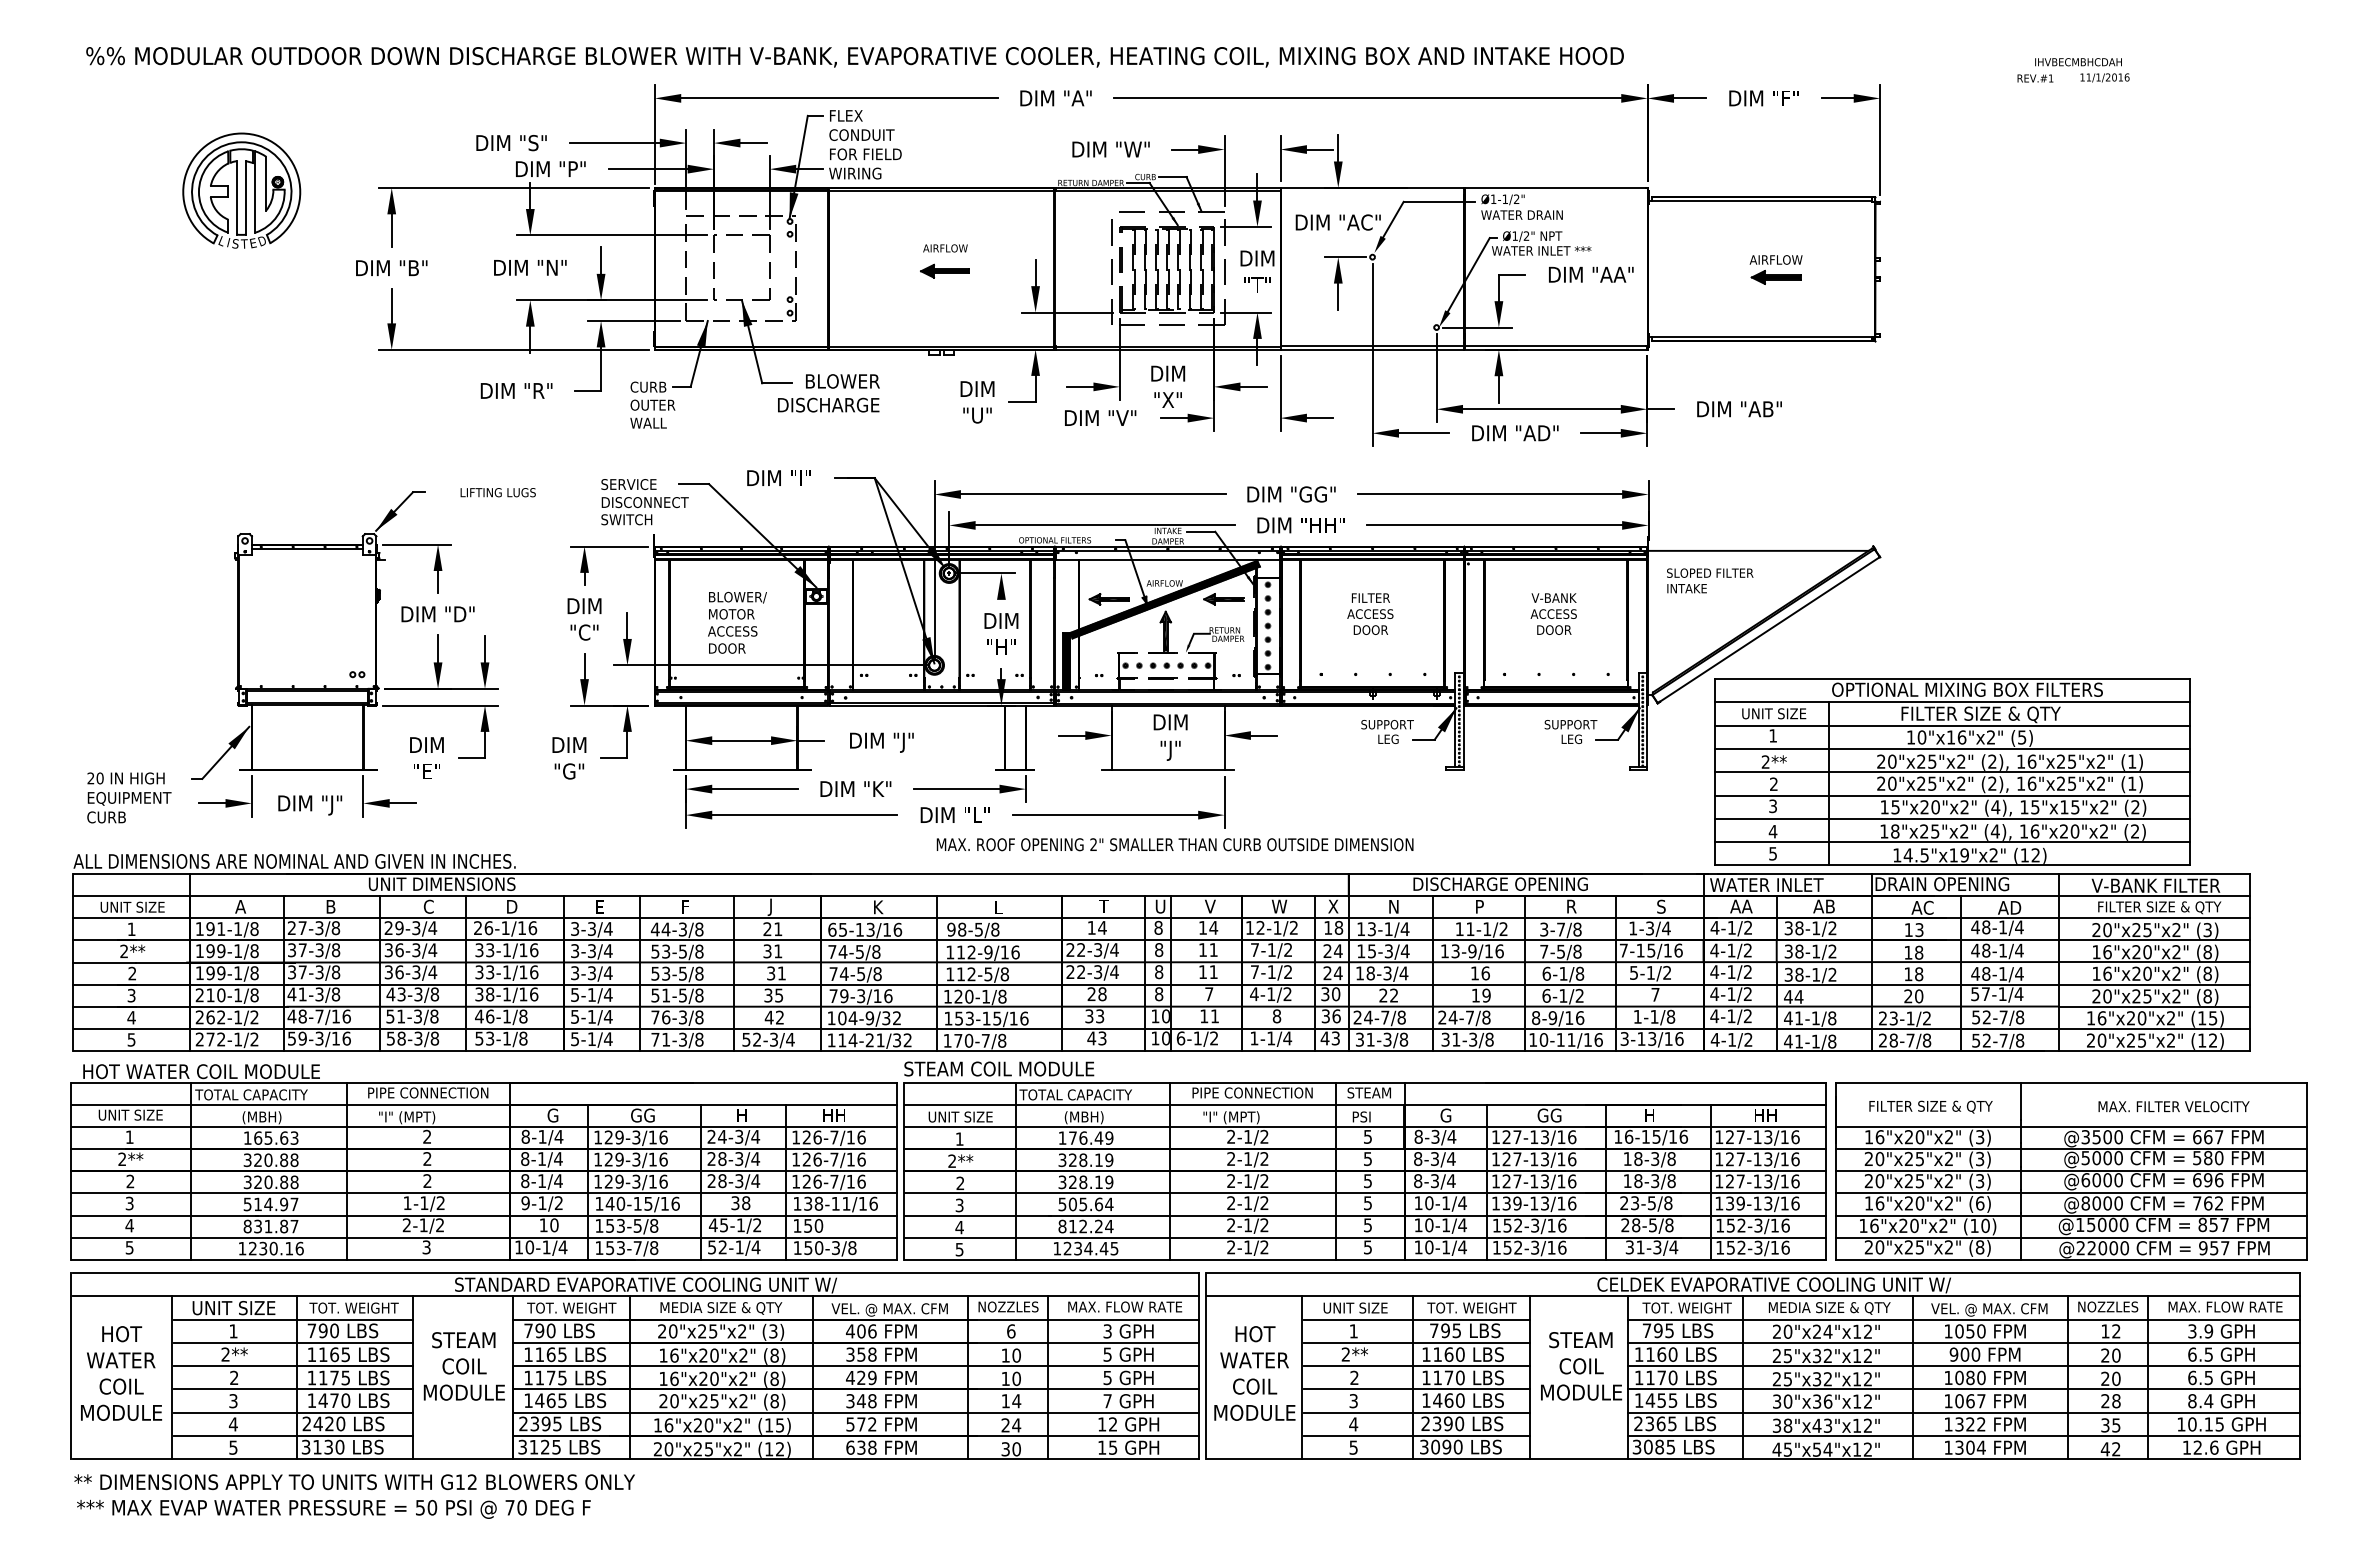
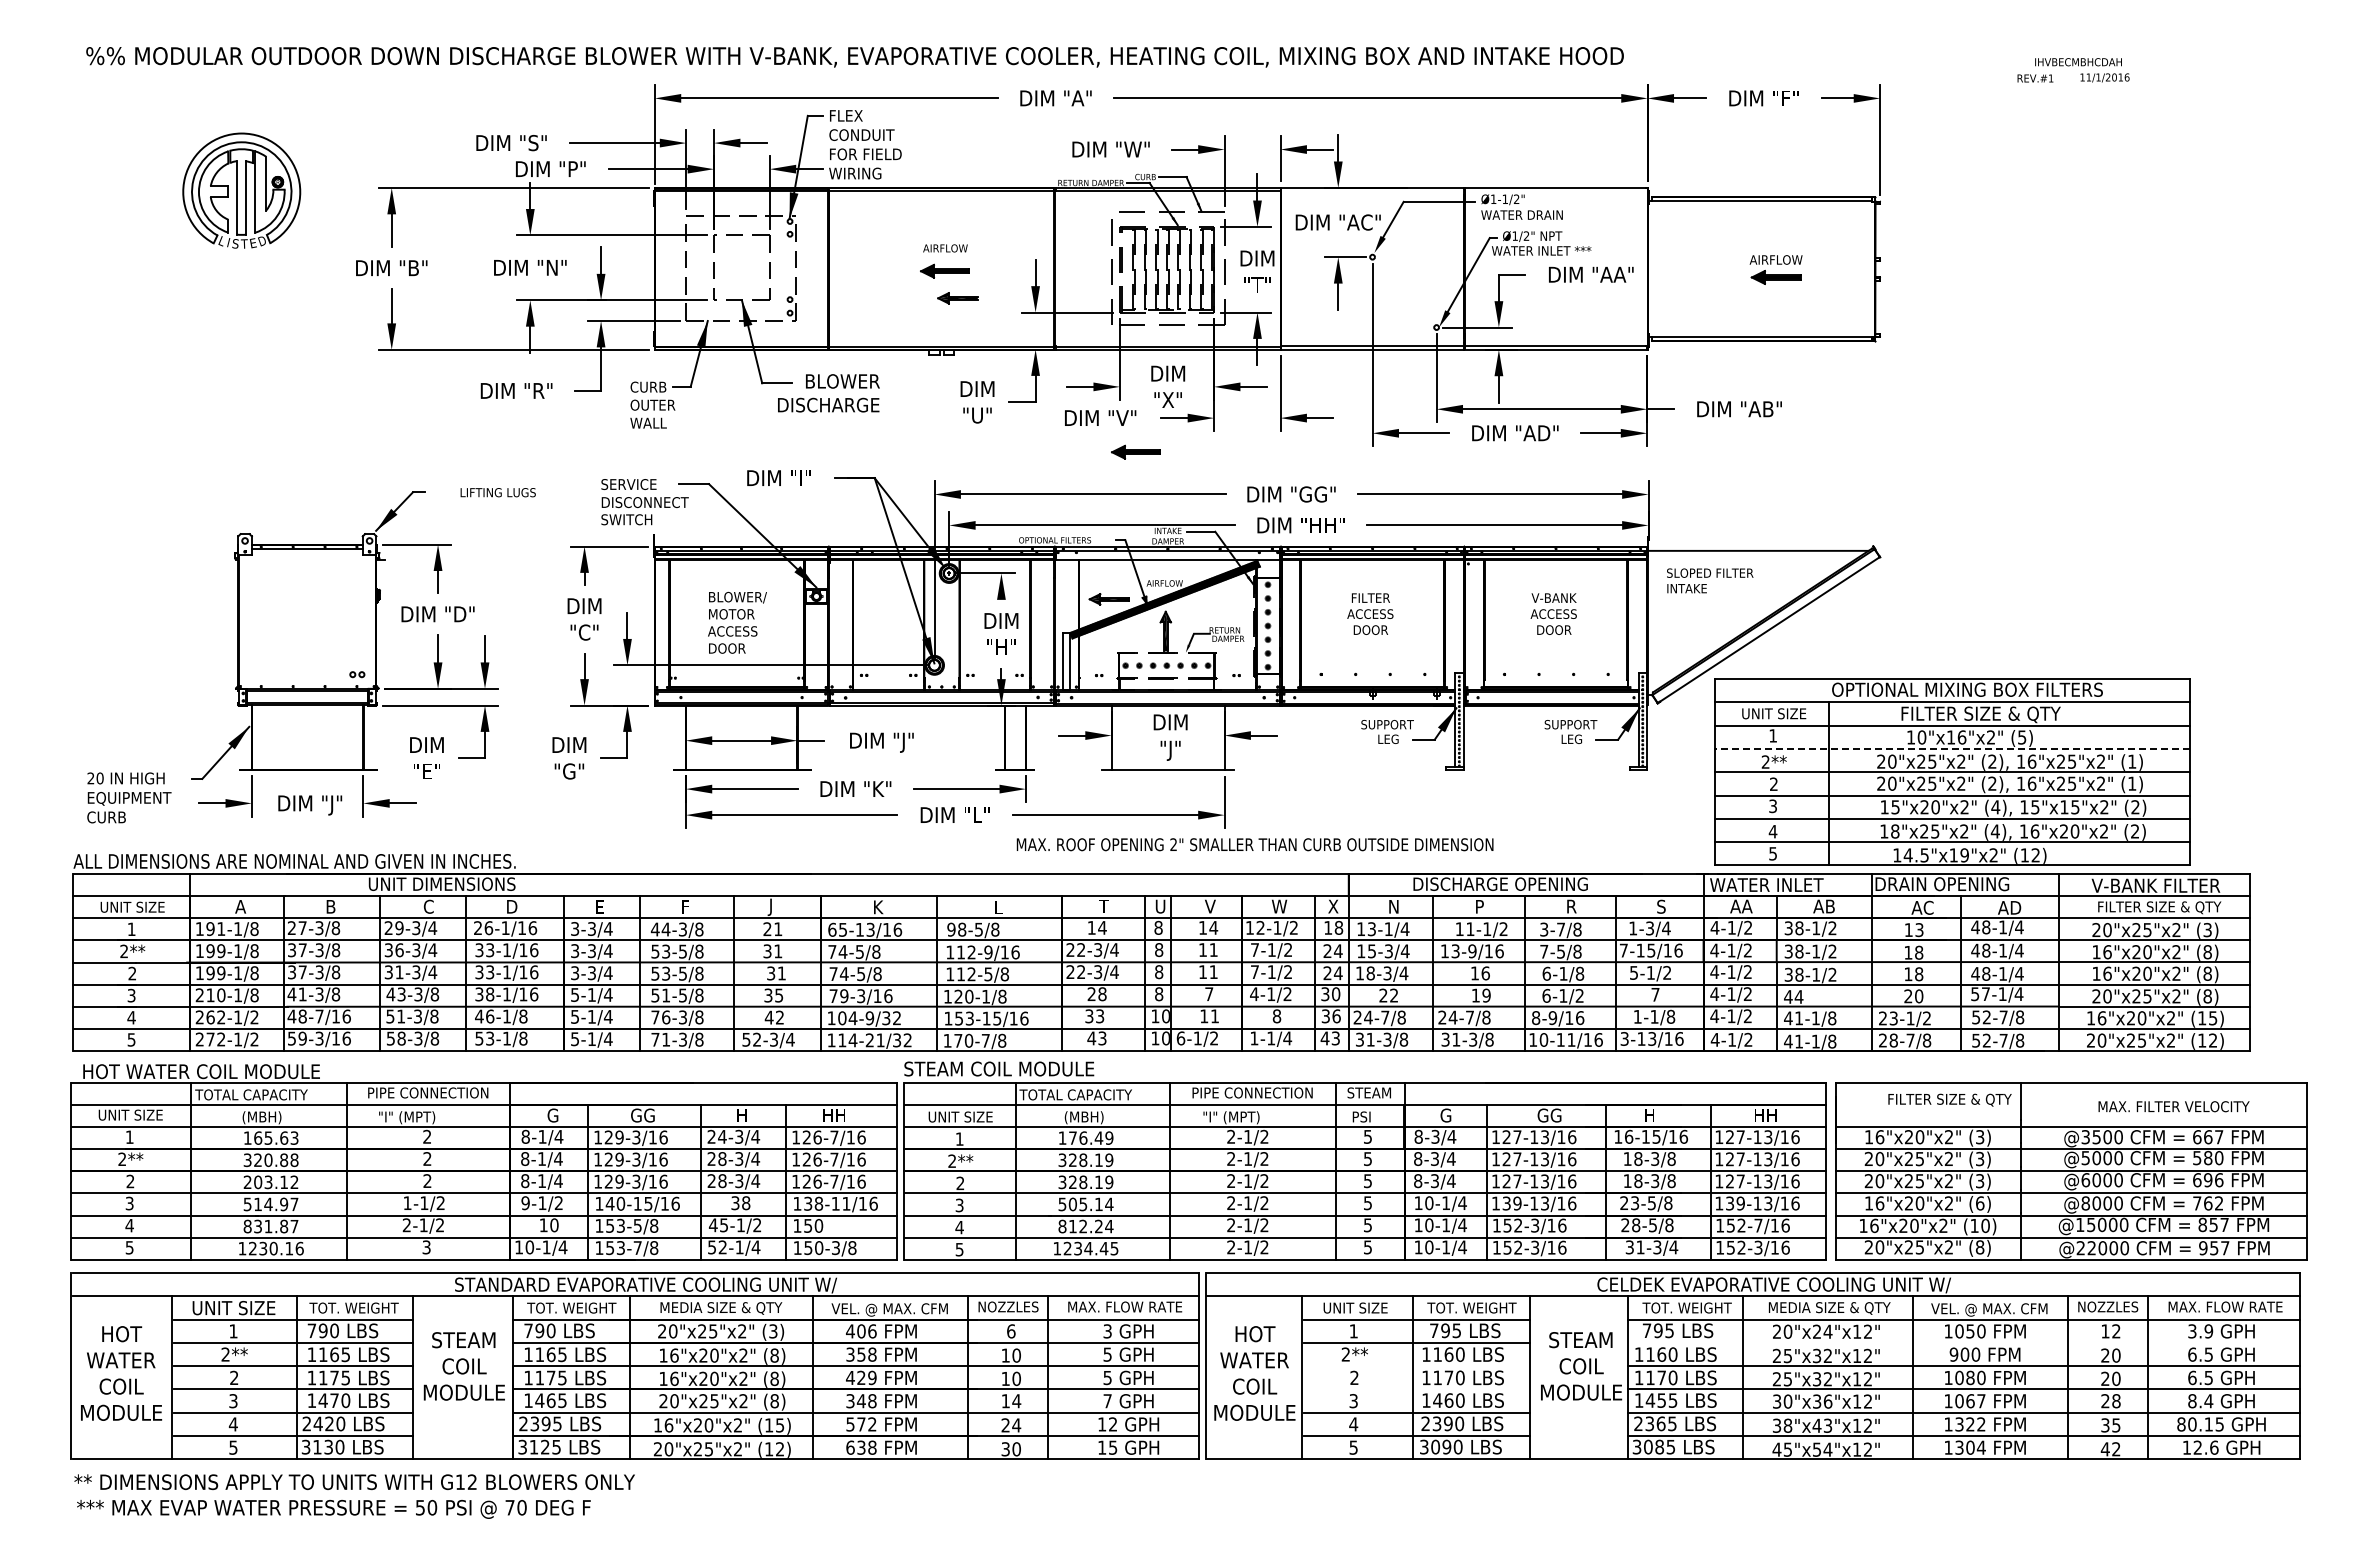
part at (1135, 451): none -> present
part at (1223, 599) position: (1223, 599) -> (957, 298)
hatch at (1066, 661): present -> none
line at (1952, 748): solid -> dashed
text at (1174, 844) position: (1174, 844) -> (1254, 844)
text at (399, 972): 36-3/4 -> 31-3/4
text at (1930, 1106) position: (1930, 1106) -> (1949, 1099)
text at (270, 1182): 320.88 -> 203.12
text at (1099, 1204): 505.64 -> 505.14
text at (1758, 1225): 152-3/16 -> 152-7/16
line at (1964, 1342): present -> none
line at (1416, 1366): present -> none
line at (1416, 1389): present -> none
text at (2181, 1424): 10.15 -> 80.15
